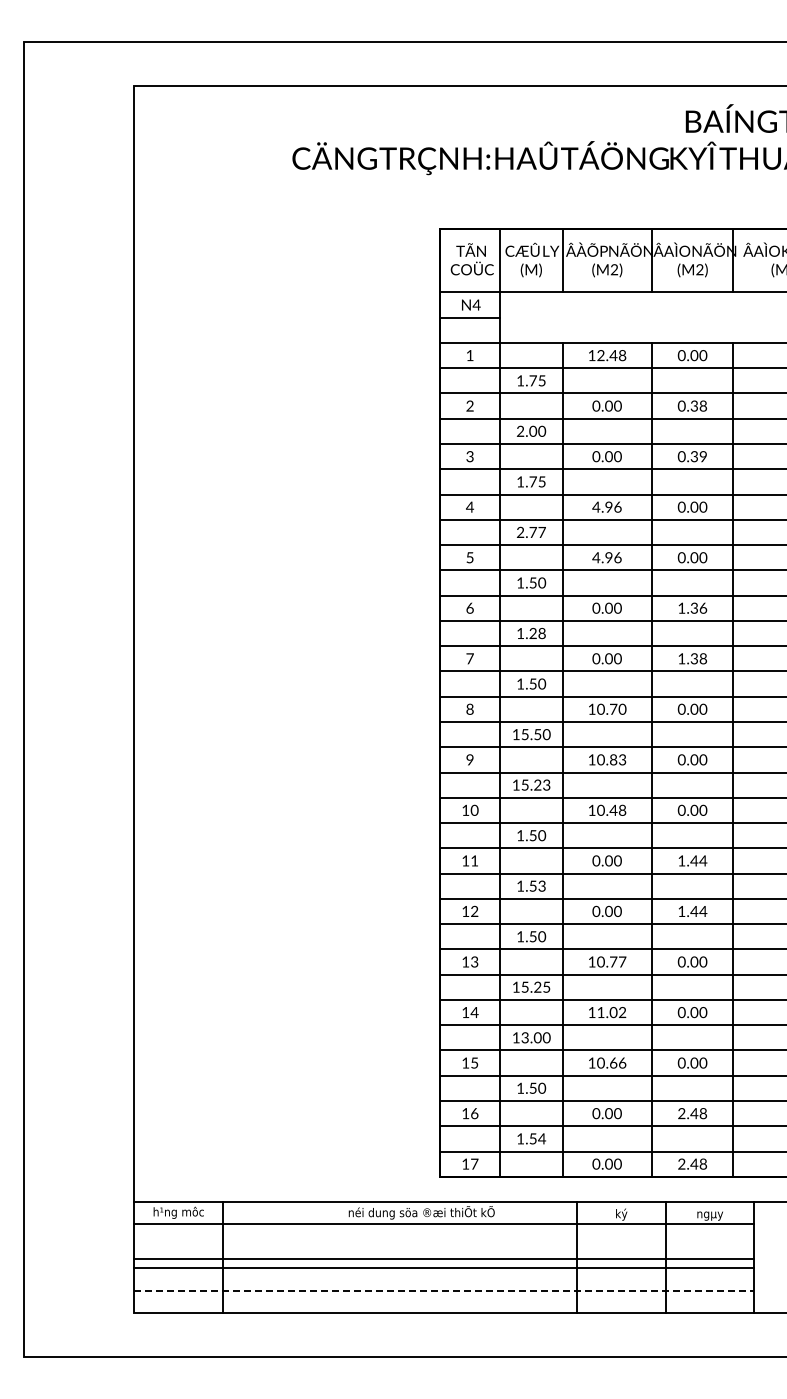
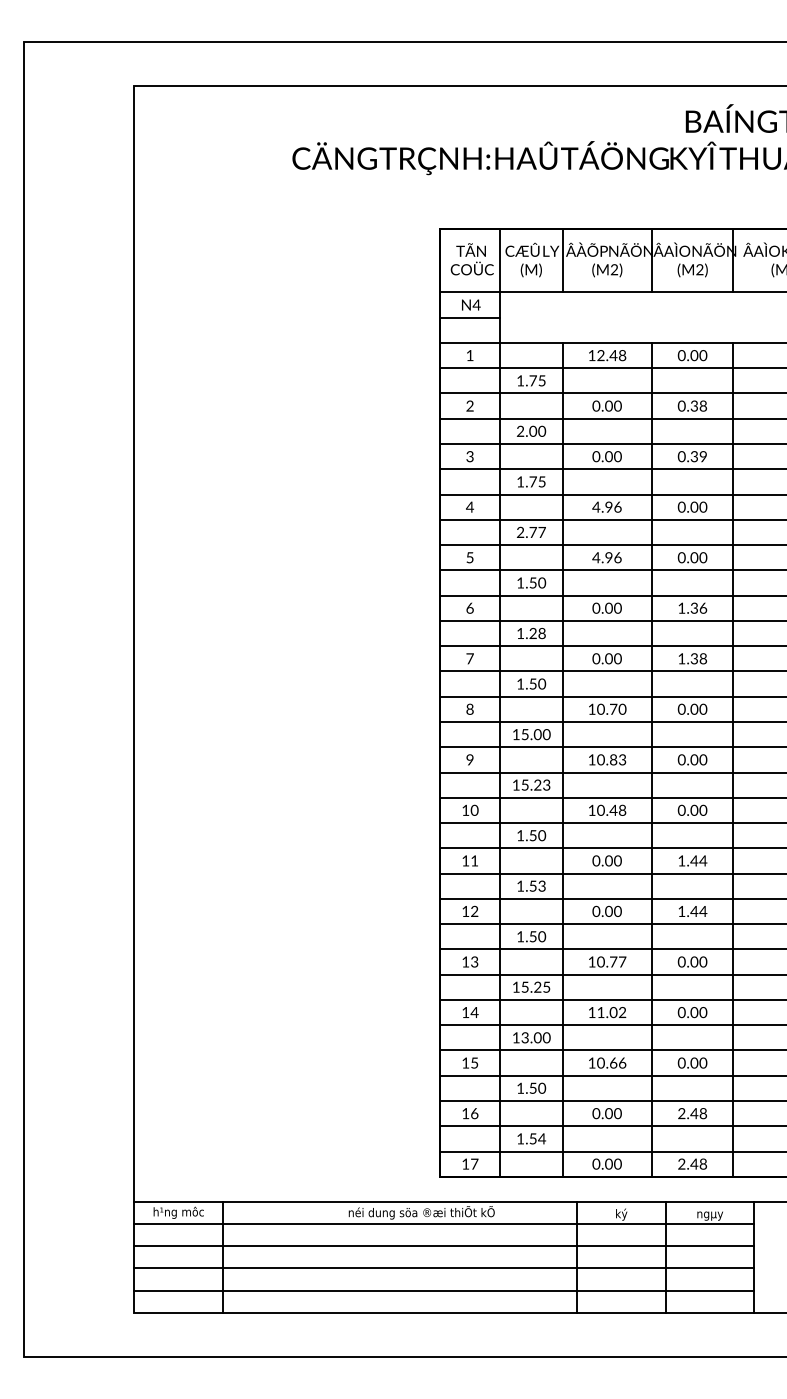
text at (537, 734): 15.50 -> 15.00
line at (444, 1259) position: (444, 1259) -> (444, 1246)
line at (444, 1290): dashed -> solid
